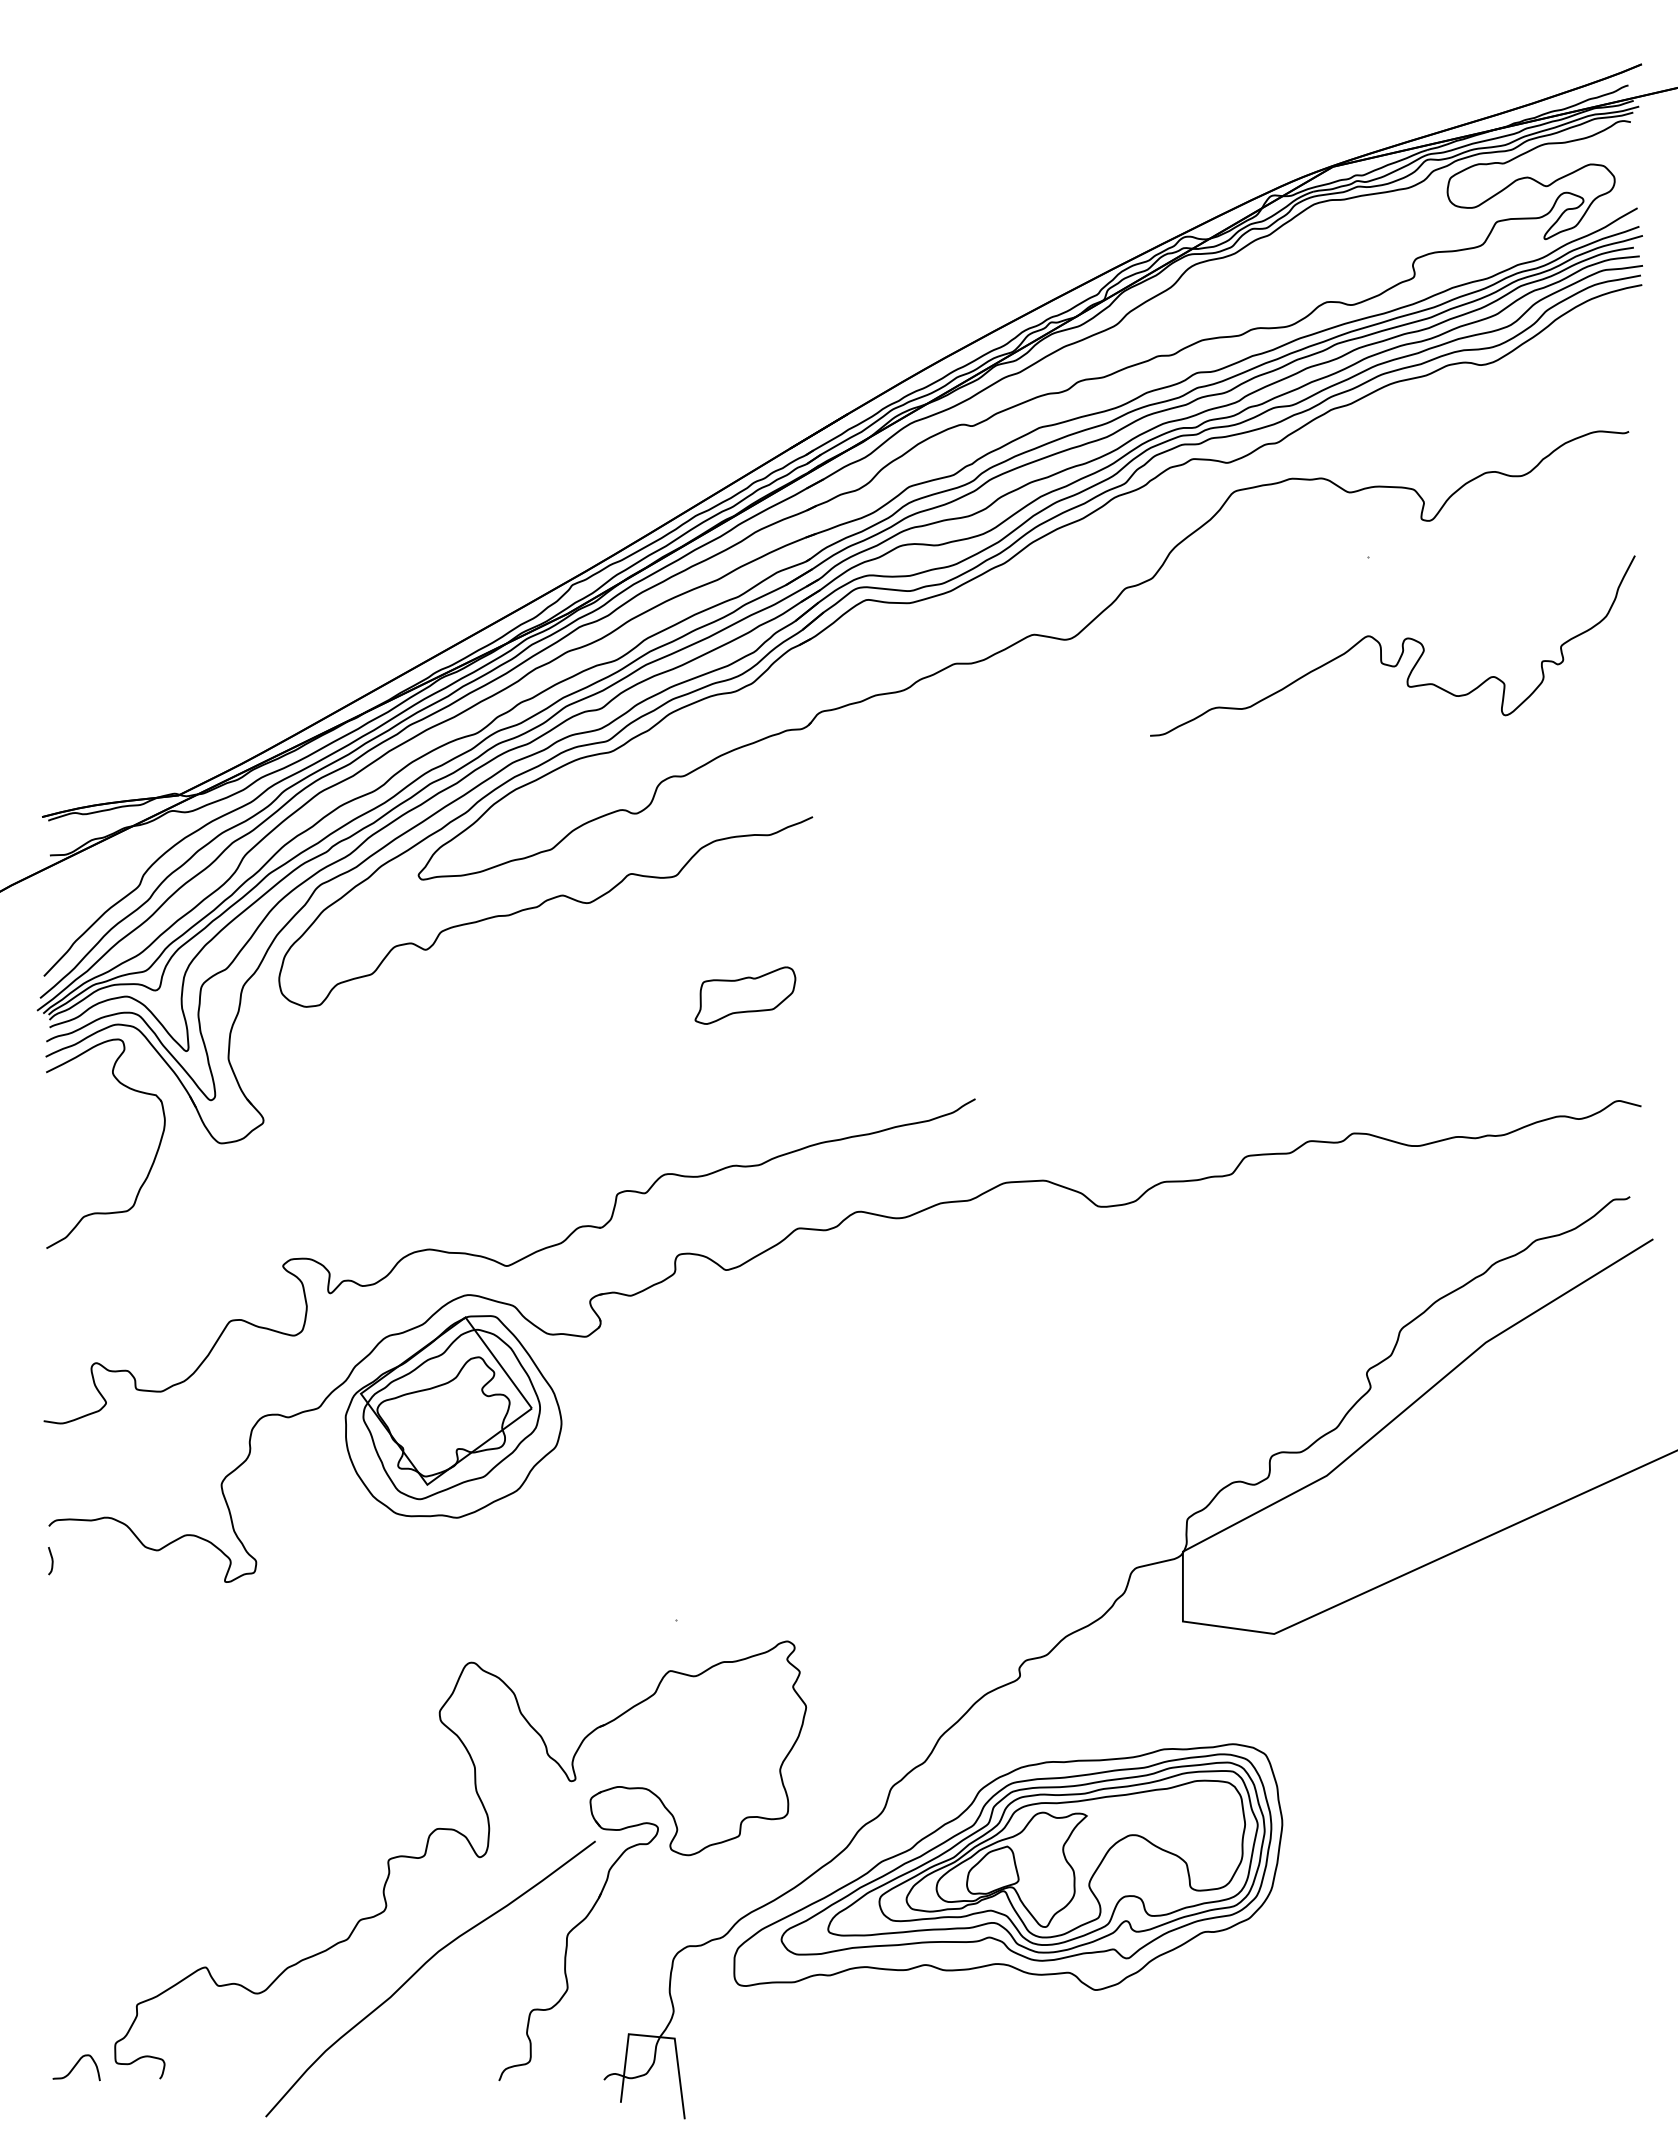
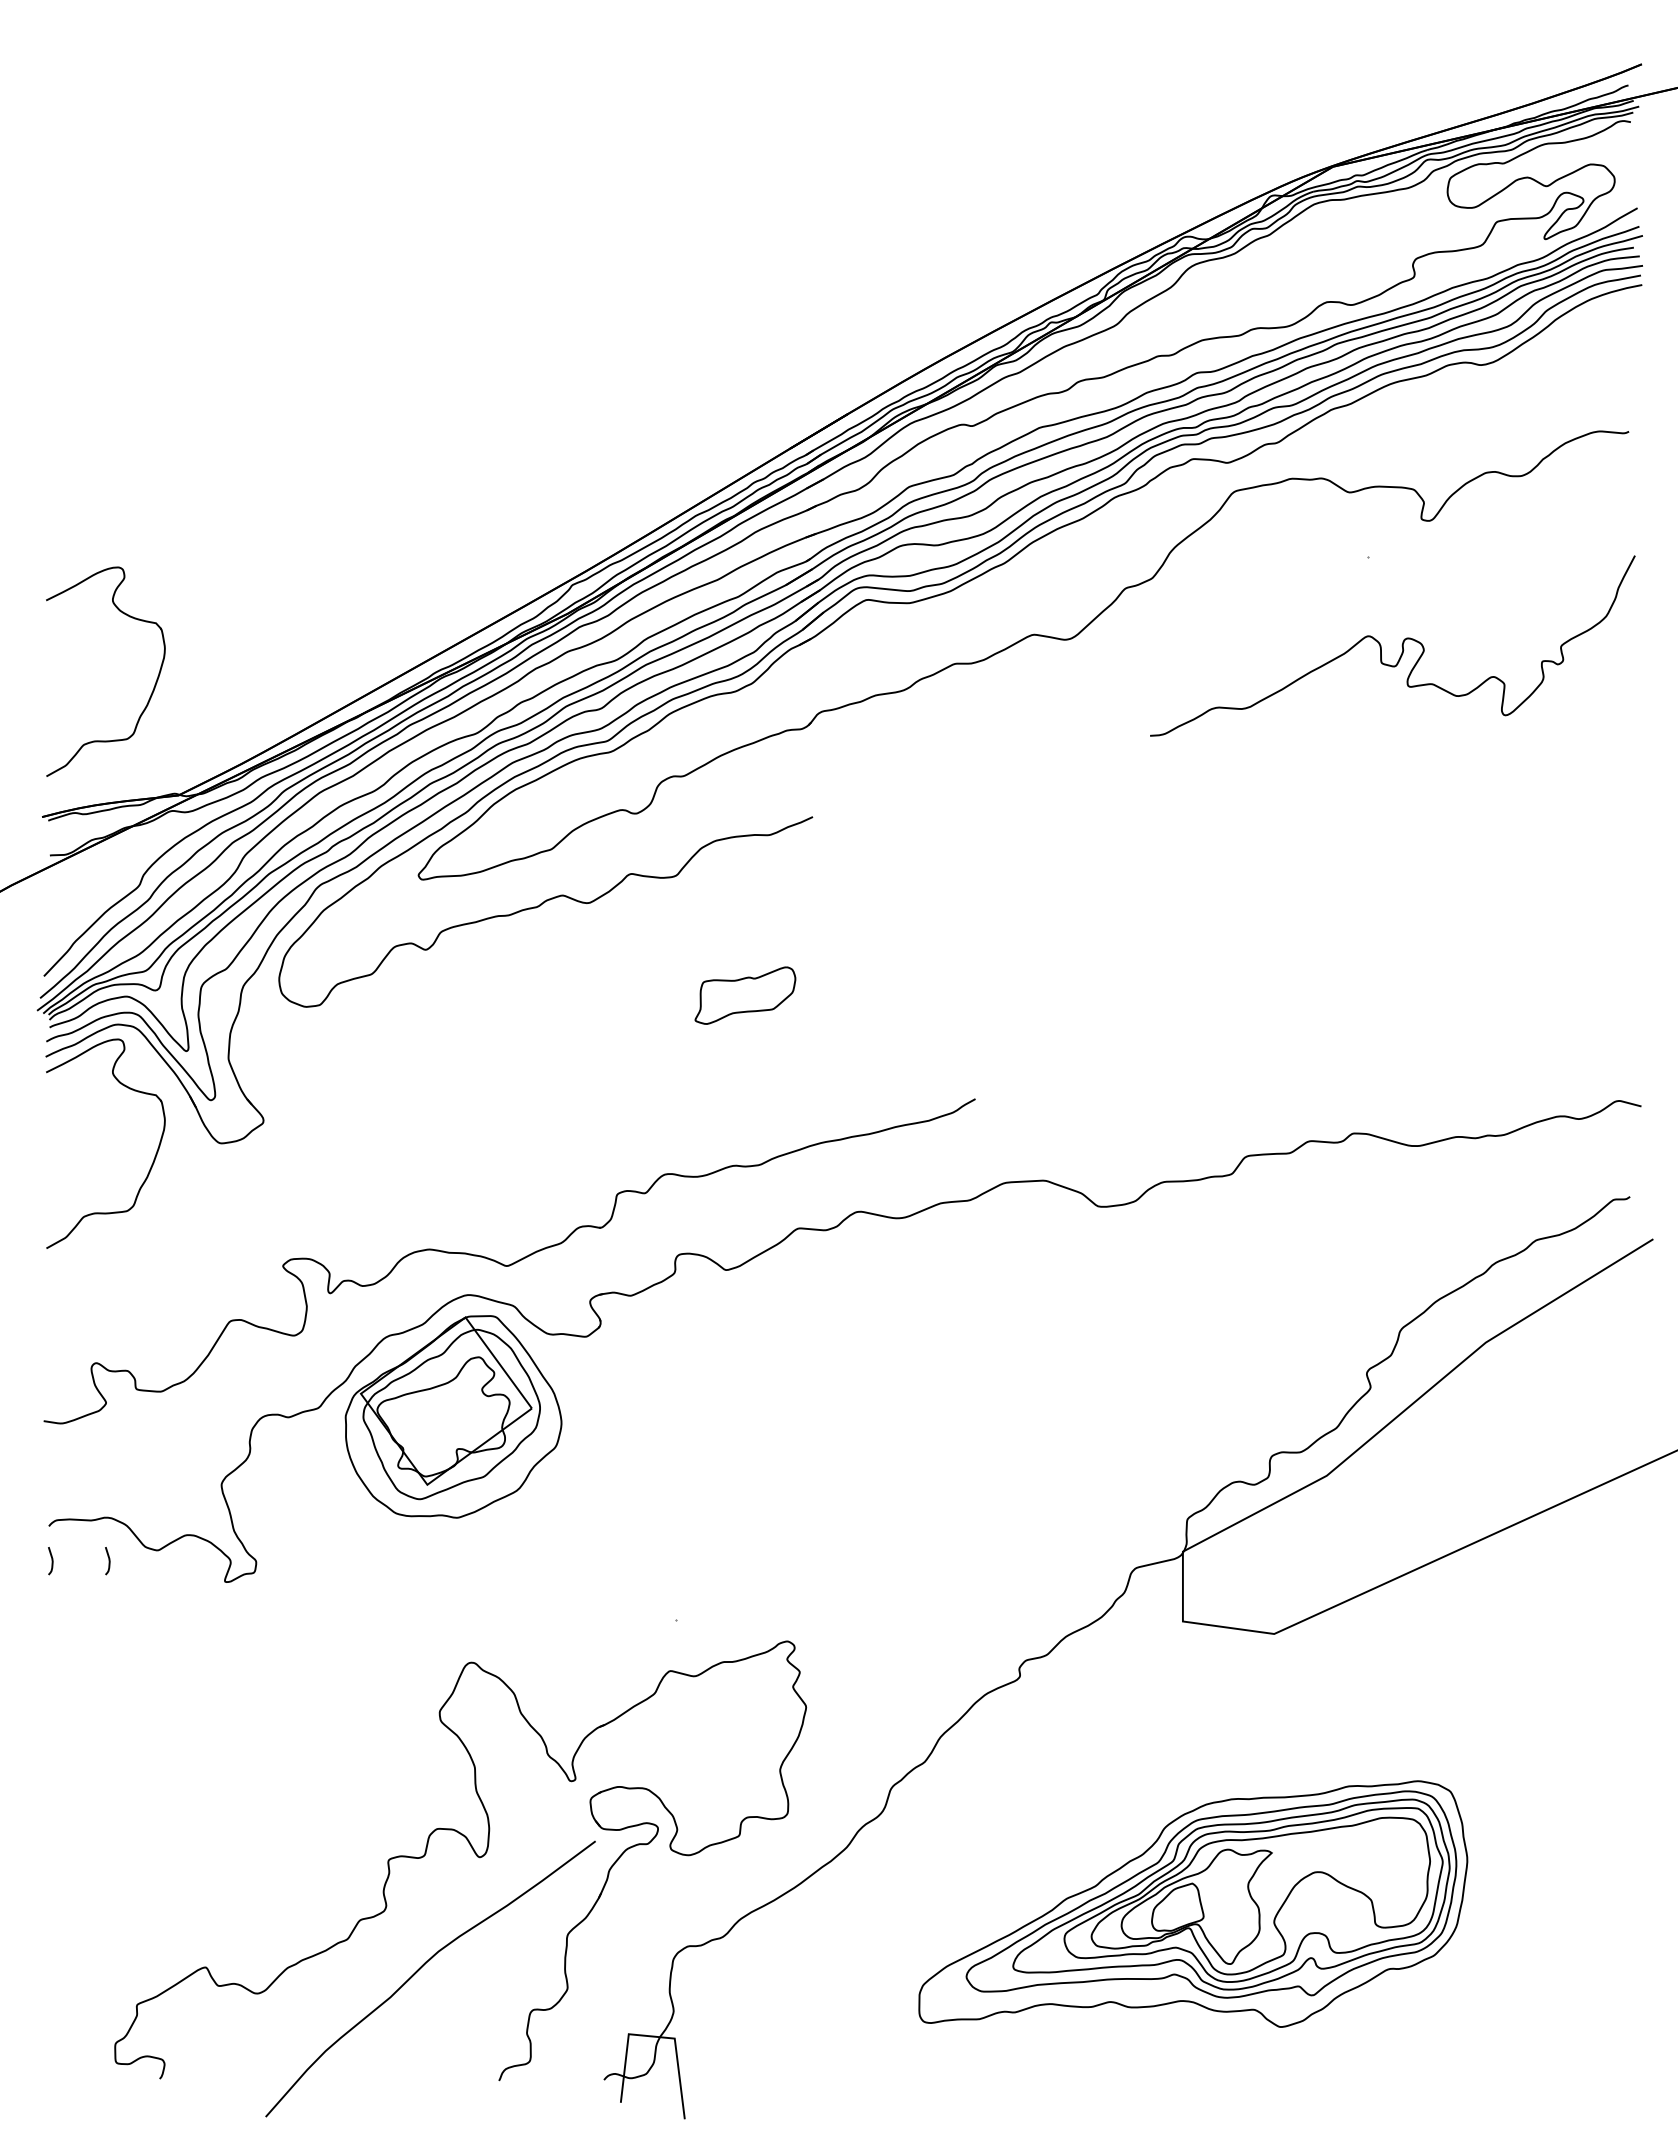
part at (150, 694): none -> present
curve at (108, 1561): none -> present
part at (1008, 1866) position: (1008, 1866) -> (1193, 1903)
curve at (75, 2067): present -> none
